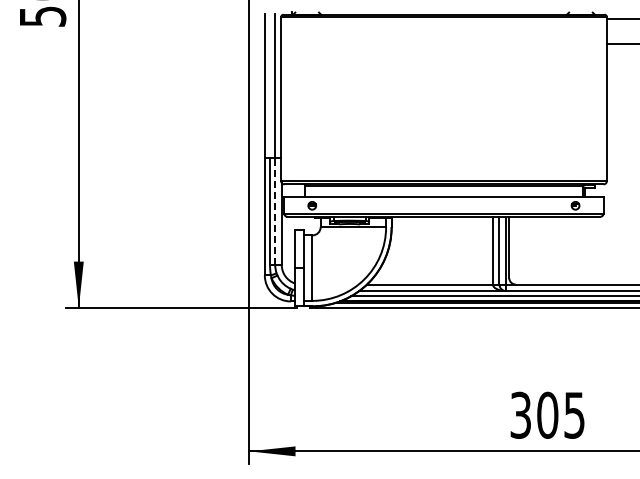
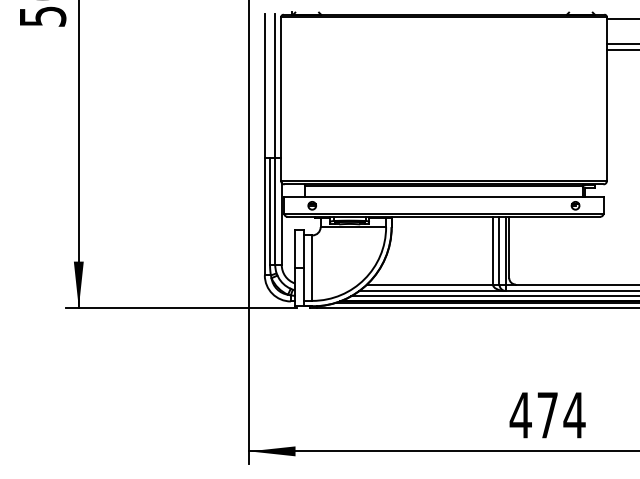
line at (621, 49): none -> present
line at (275, 211): dashed -> solid
text at (547, 414): 305 -> 474
